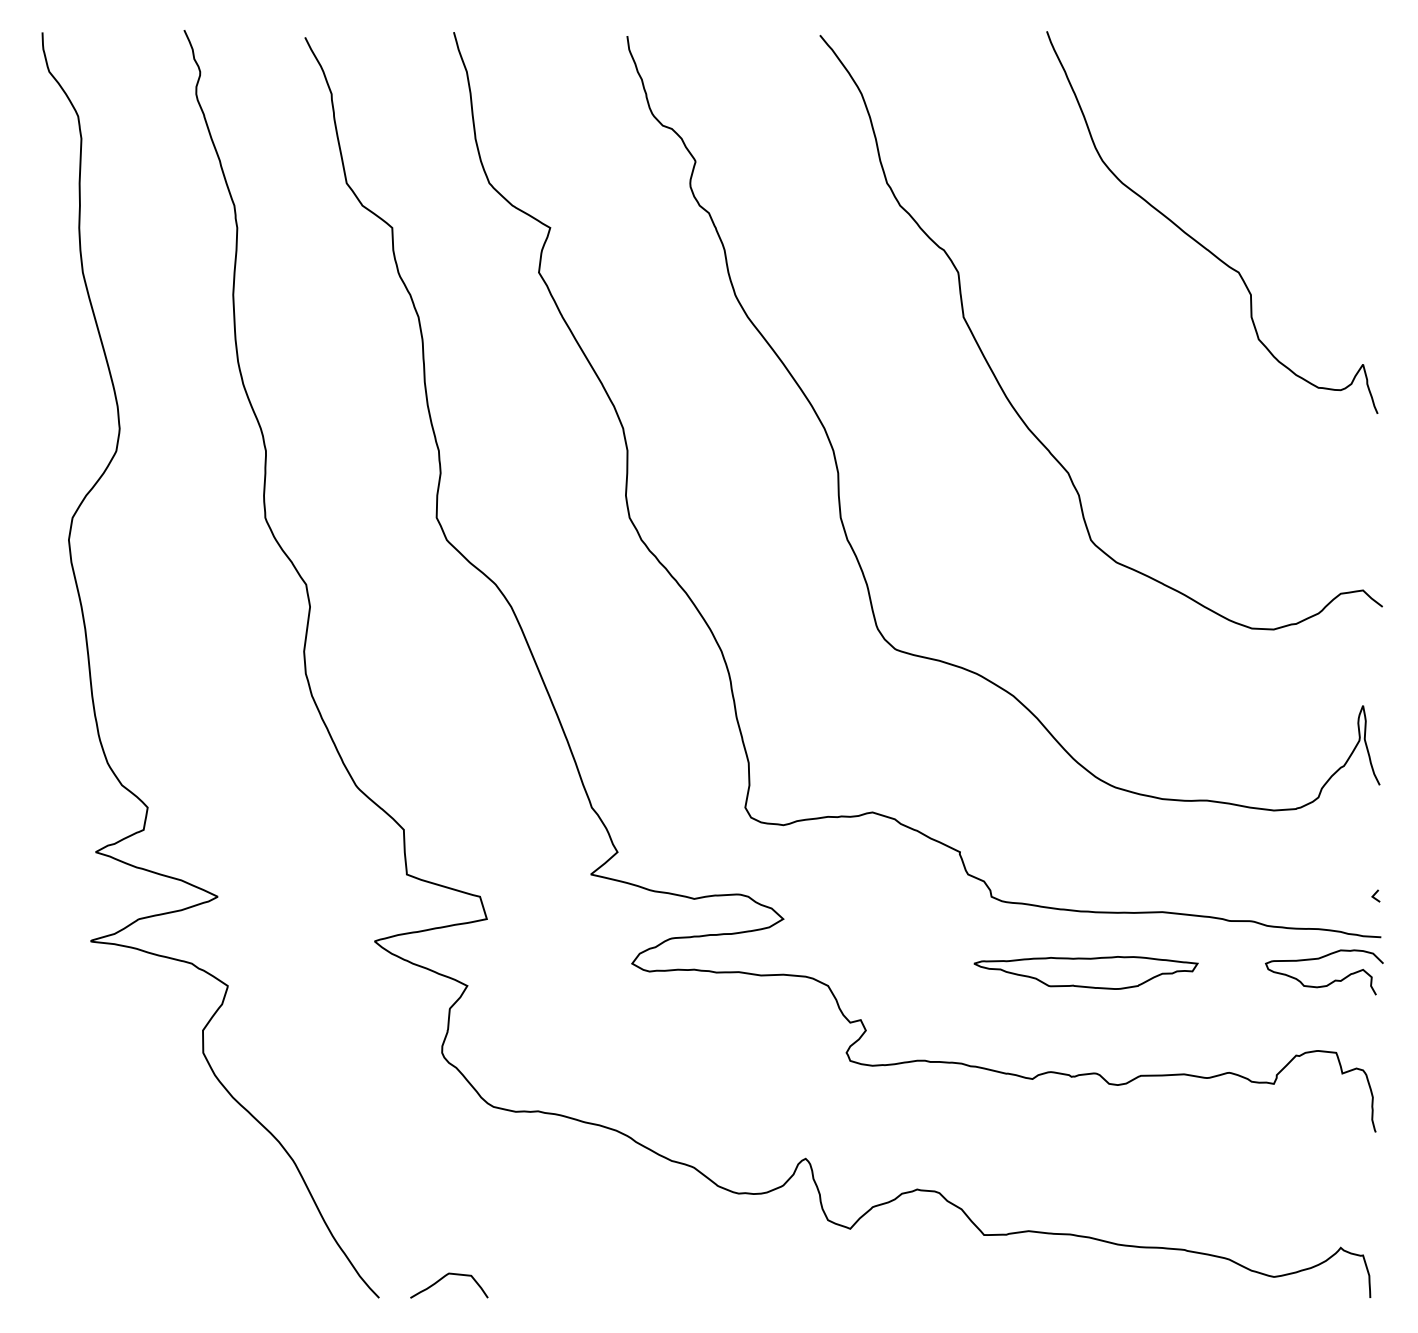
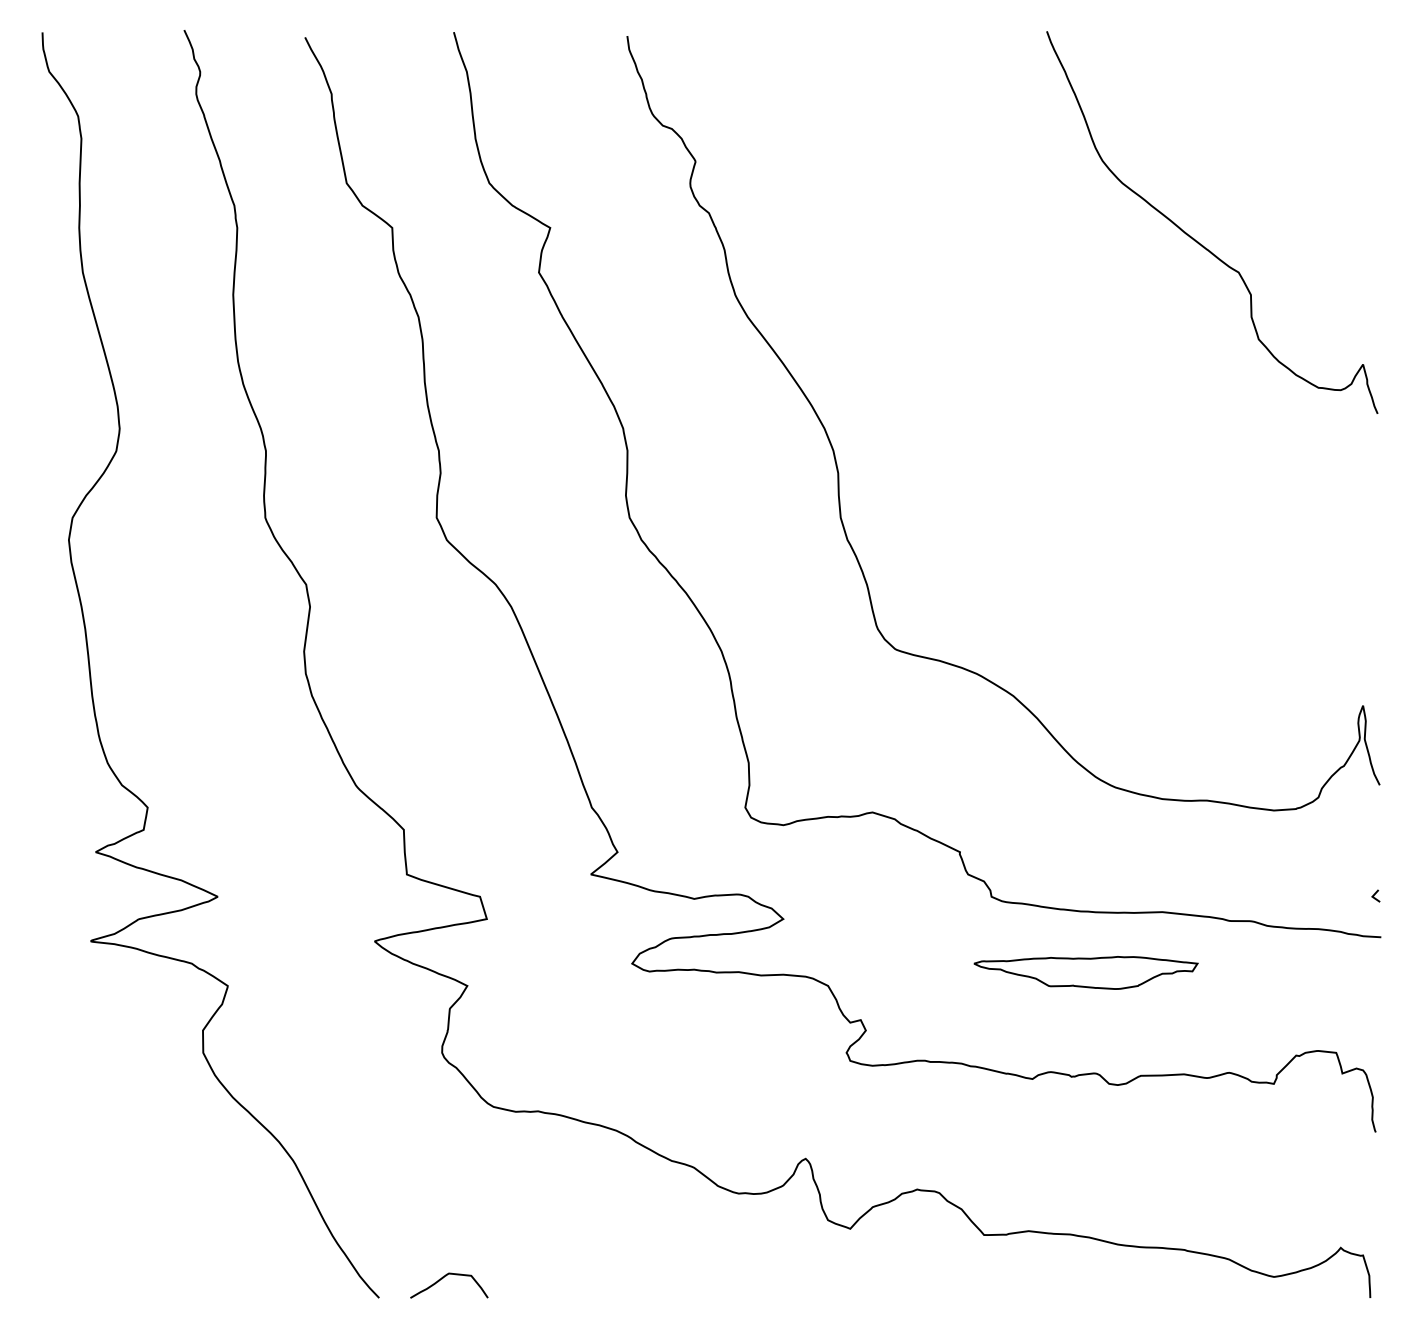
curve at (1003, 389): present -> none
curve at (1331, 981): present -> none
